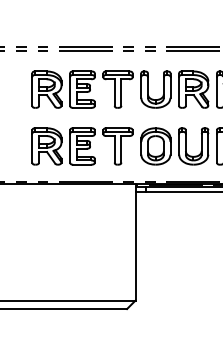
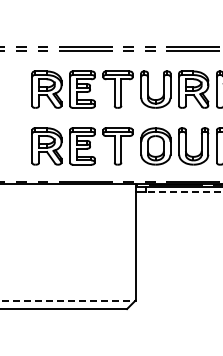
line at (184, 192): solid -> dashed
line at (68, 300): solid -> dashed
